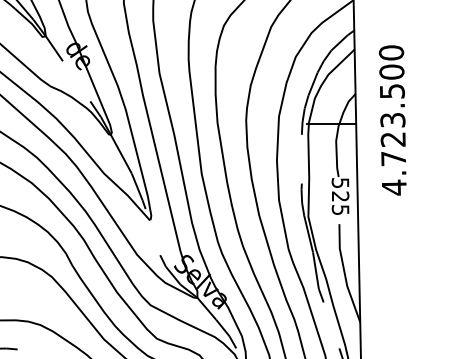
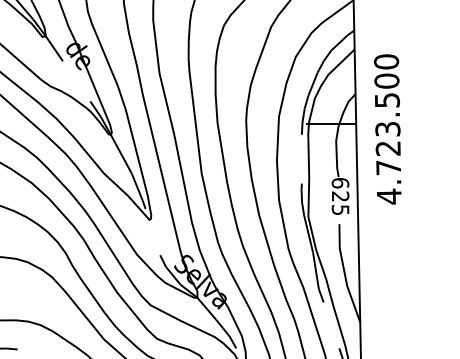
text at (392, 120) position: (392, 120) -> (387, 129)
text at (340, 183): 525 -> 625
